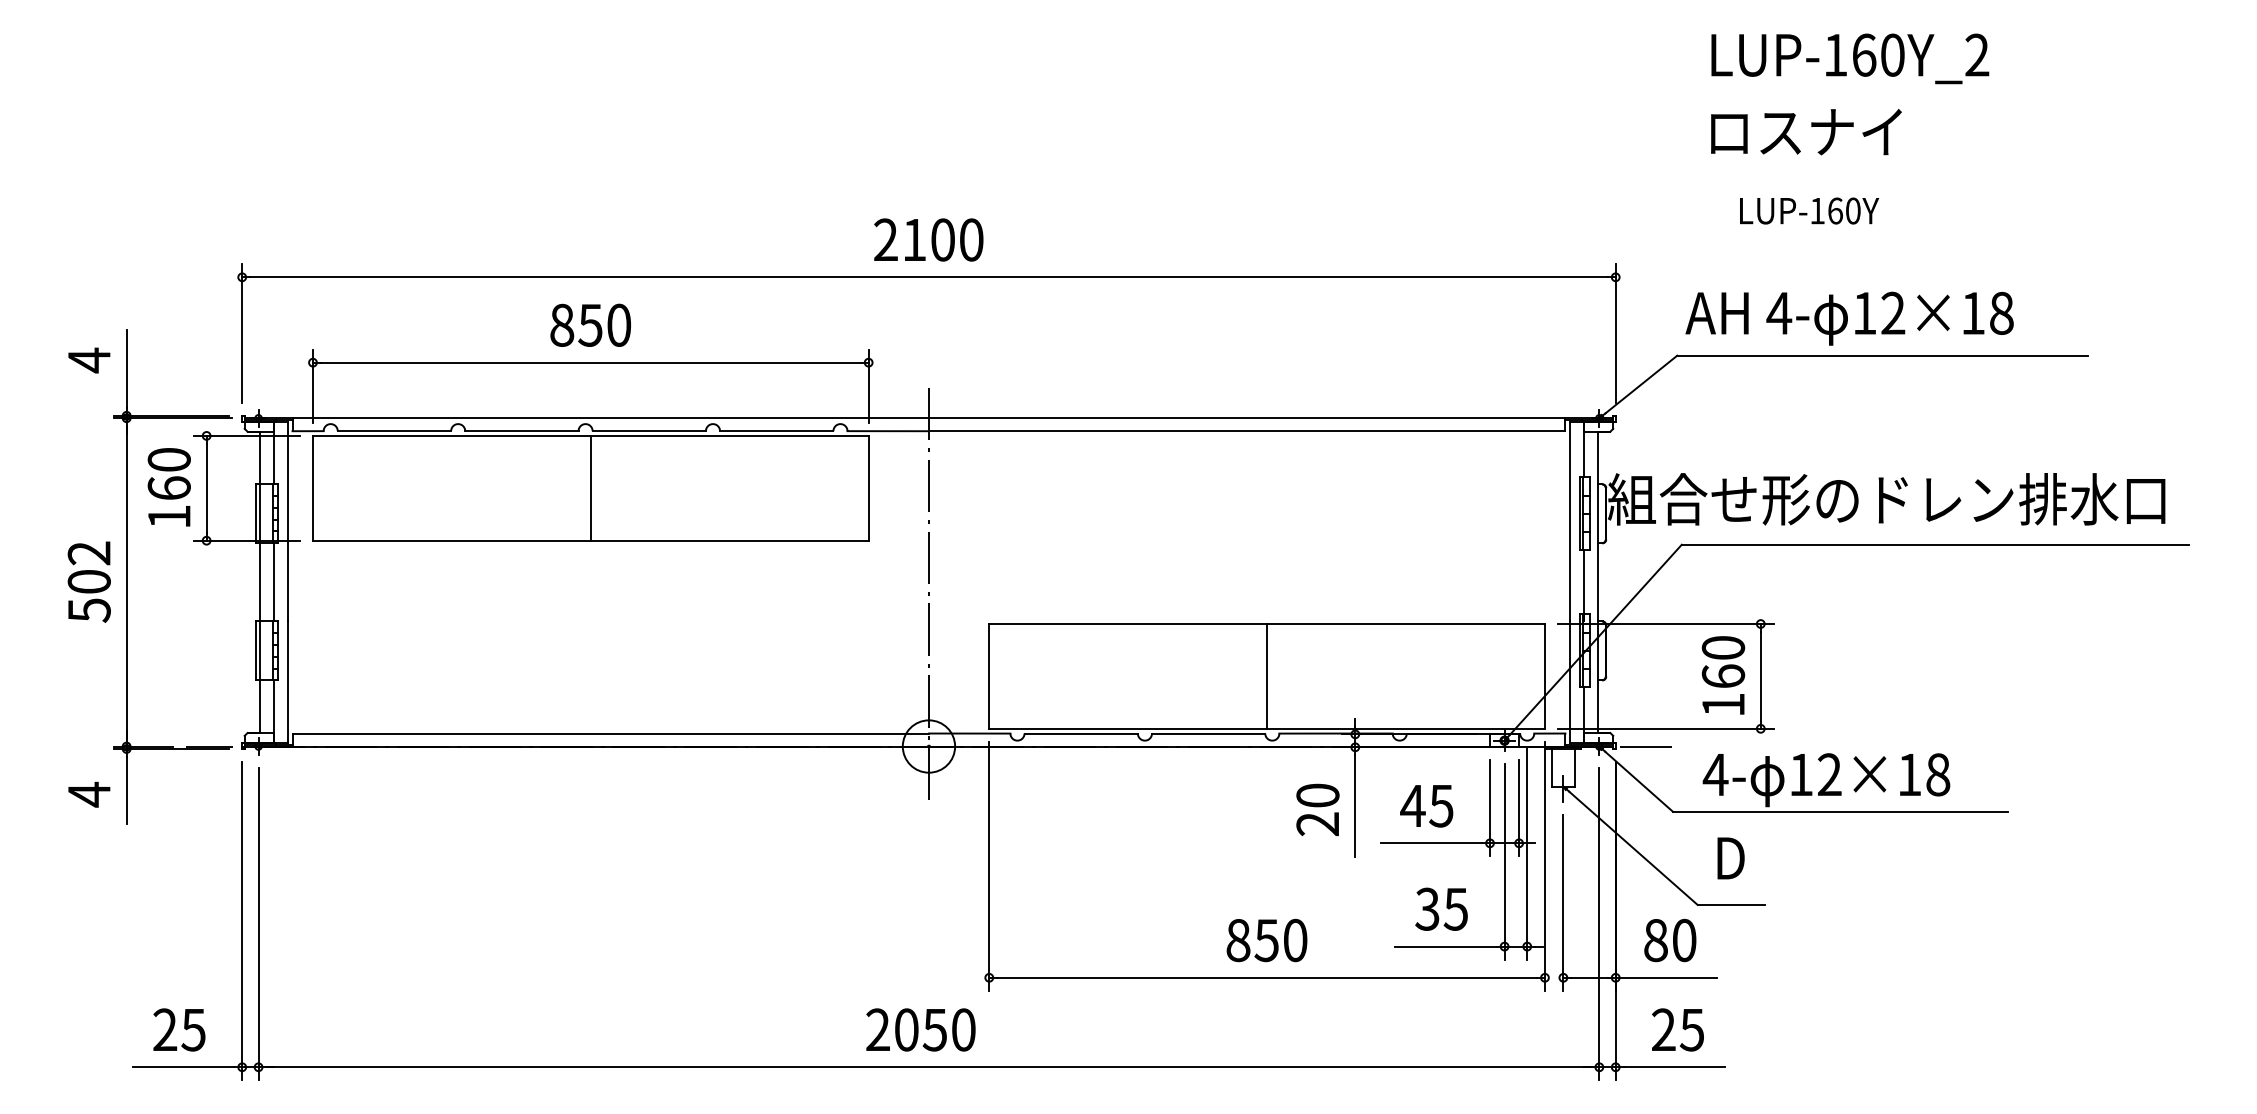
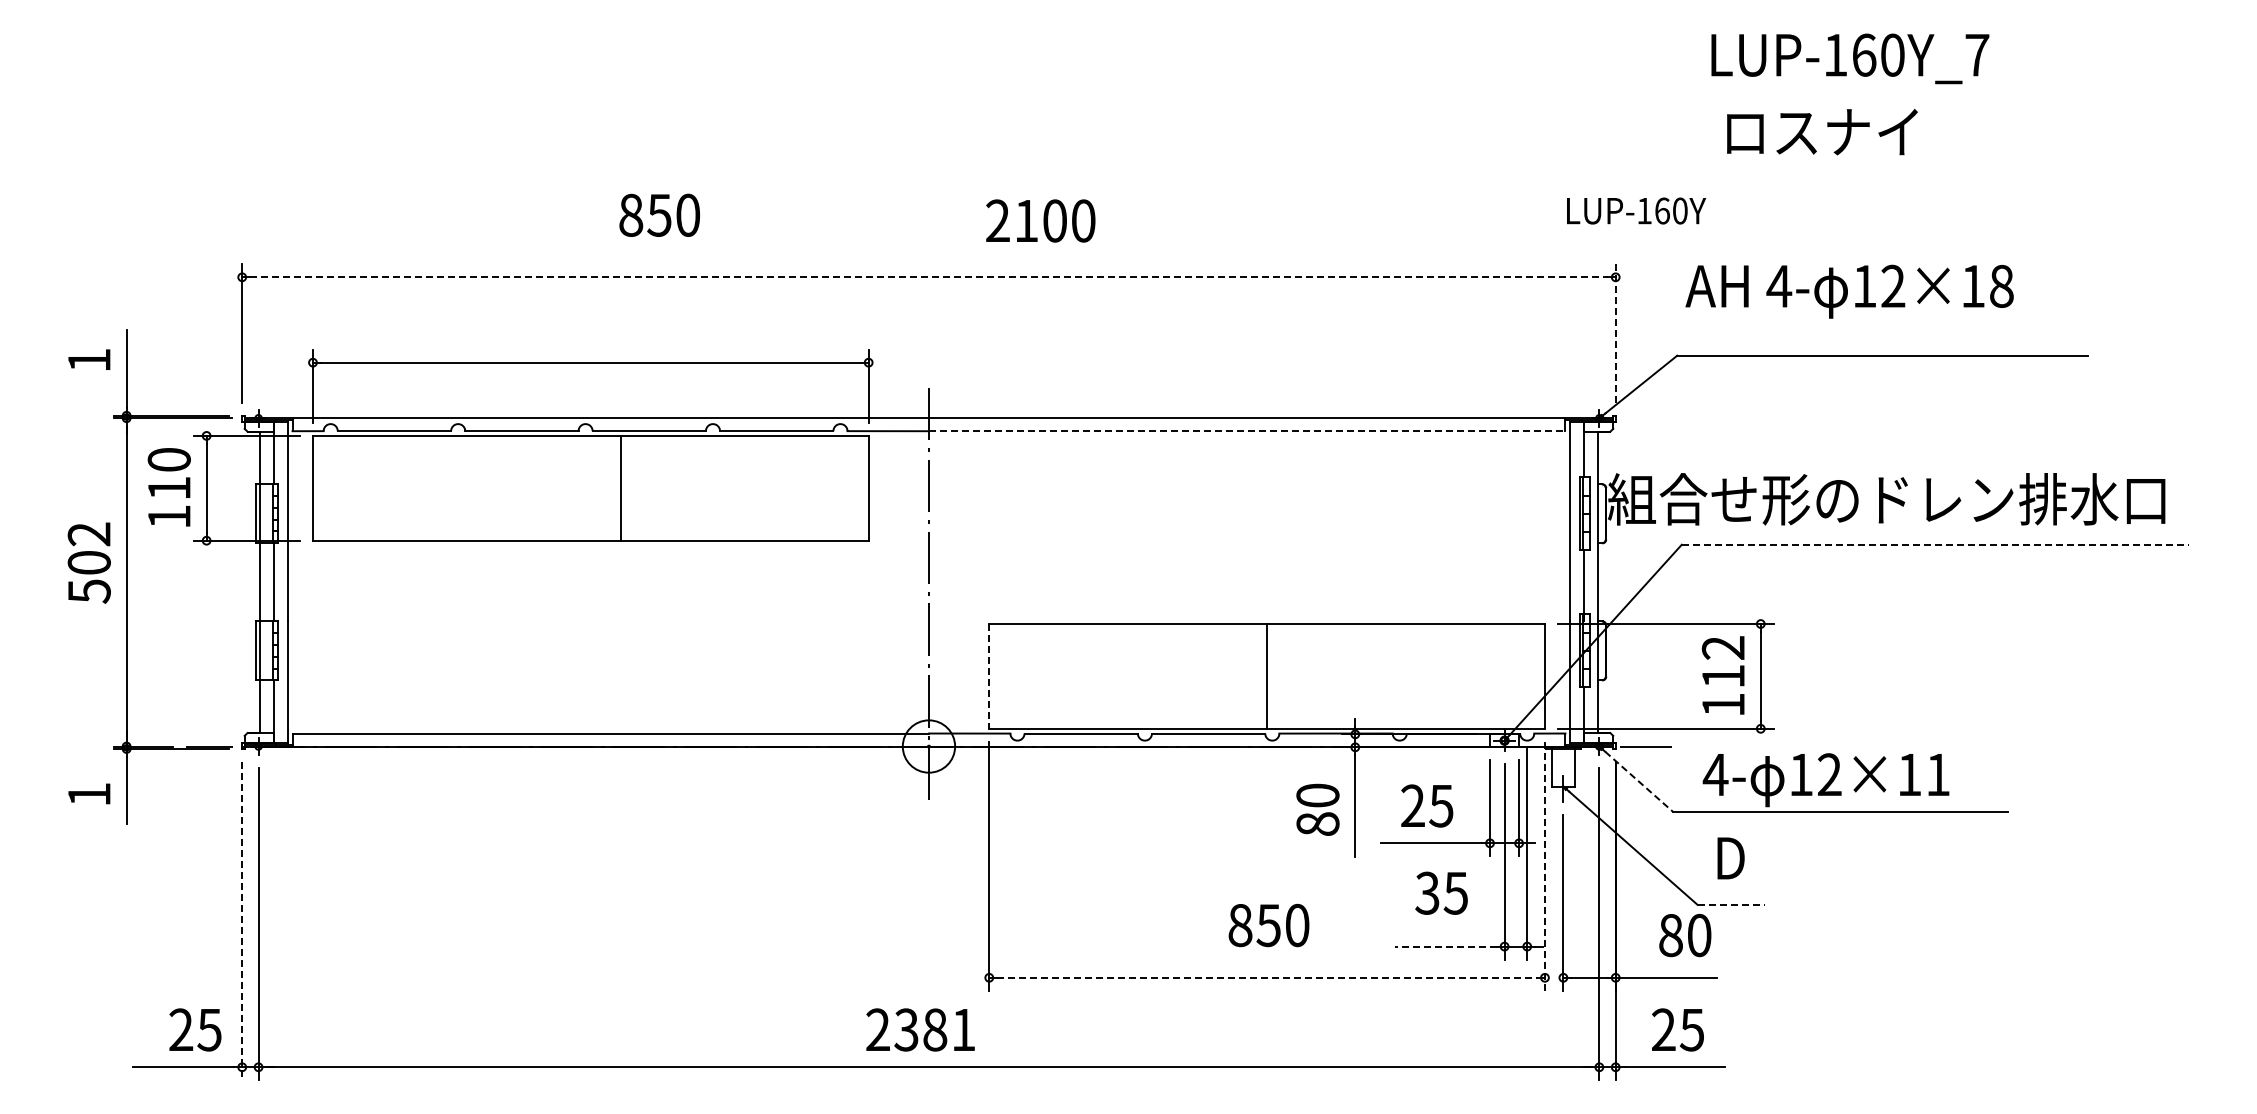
text at (1977, 54): LUP-160Y_2 -> LUP-160Y_7
text at (1806, 132) position: (1806, 132) -> (1822, 132)
text at (1809, 210) position: (1809, 210) -> (1636, 210)
text at (928, 239) position: (928, 239) -> (1040, 220)
line at (928, 277): solid -> dashed
text at (1849, 318) position: (1849, 318) -> (1849, 291)
text at (590, 324) position: (590, 324) -> (659, 214)
line at (1615, 332): solid -> dashed
text at (89, 360): 4 -> 1
line at (1247, 431): solid -> dashed
text at (168, 487): 160 -> 110
line at (590, 487) position: (590, 487) -> (620, 487)
line at (1935, 544): solid -> dashed
text at (88, 581) position: (88, 581) -> (88, 562)
text at (1723, 661): 160 -> 112
line at (989, 676): solid -> dashed
text at (1938, 774): 12×18 -> 12×11
line at (1639, 782): solid -> dashed
text at (89, 794): 4 -> 1
text at (1412, 805): 45 -> 25
text at (1317, 824): 20 -> 80
line at (1544, 866): solid -> dashed
line at (1731, 904): solid -> dashed
text at (1441, 908) position: (1441, 908) -> (1441, 892)
line at (242, 921): solid -> dashed
text at (1266, 940) position: (1266, 940) -> (1268, 925)
text at (1670, 940) position: (1670, 940) -> (1685, 935)
line at (1445, 946): solid -> dashed
line at (1267, 977): solid -> dashed
text at (179, 1029) position: (179, 1029) -> (195, 1029)
text at (934, 1029): 2050 -> 2381
